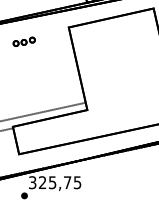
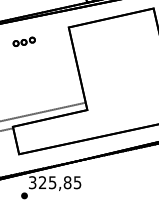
text at (67, 182): 325,75 -> 325,85
